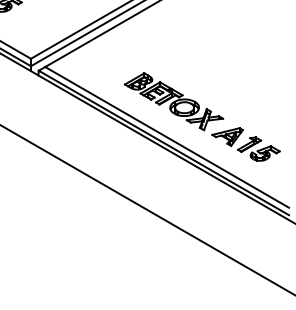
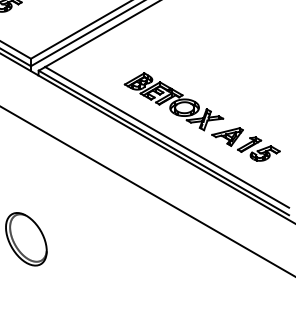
line at (147, 209) position: (147, 209) -> (147, 191)
part at (26, 239): none -> present
